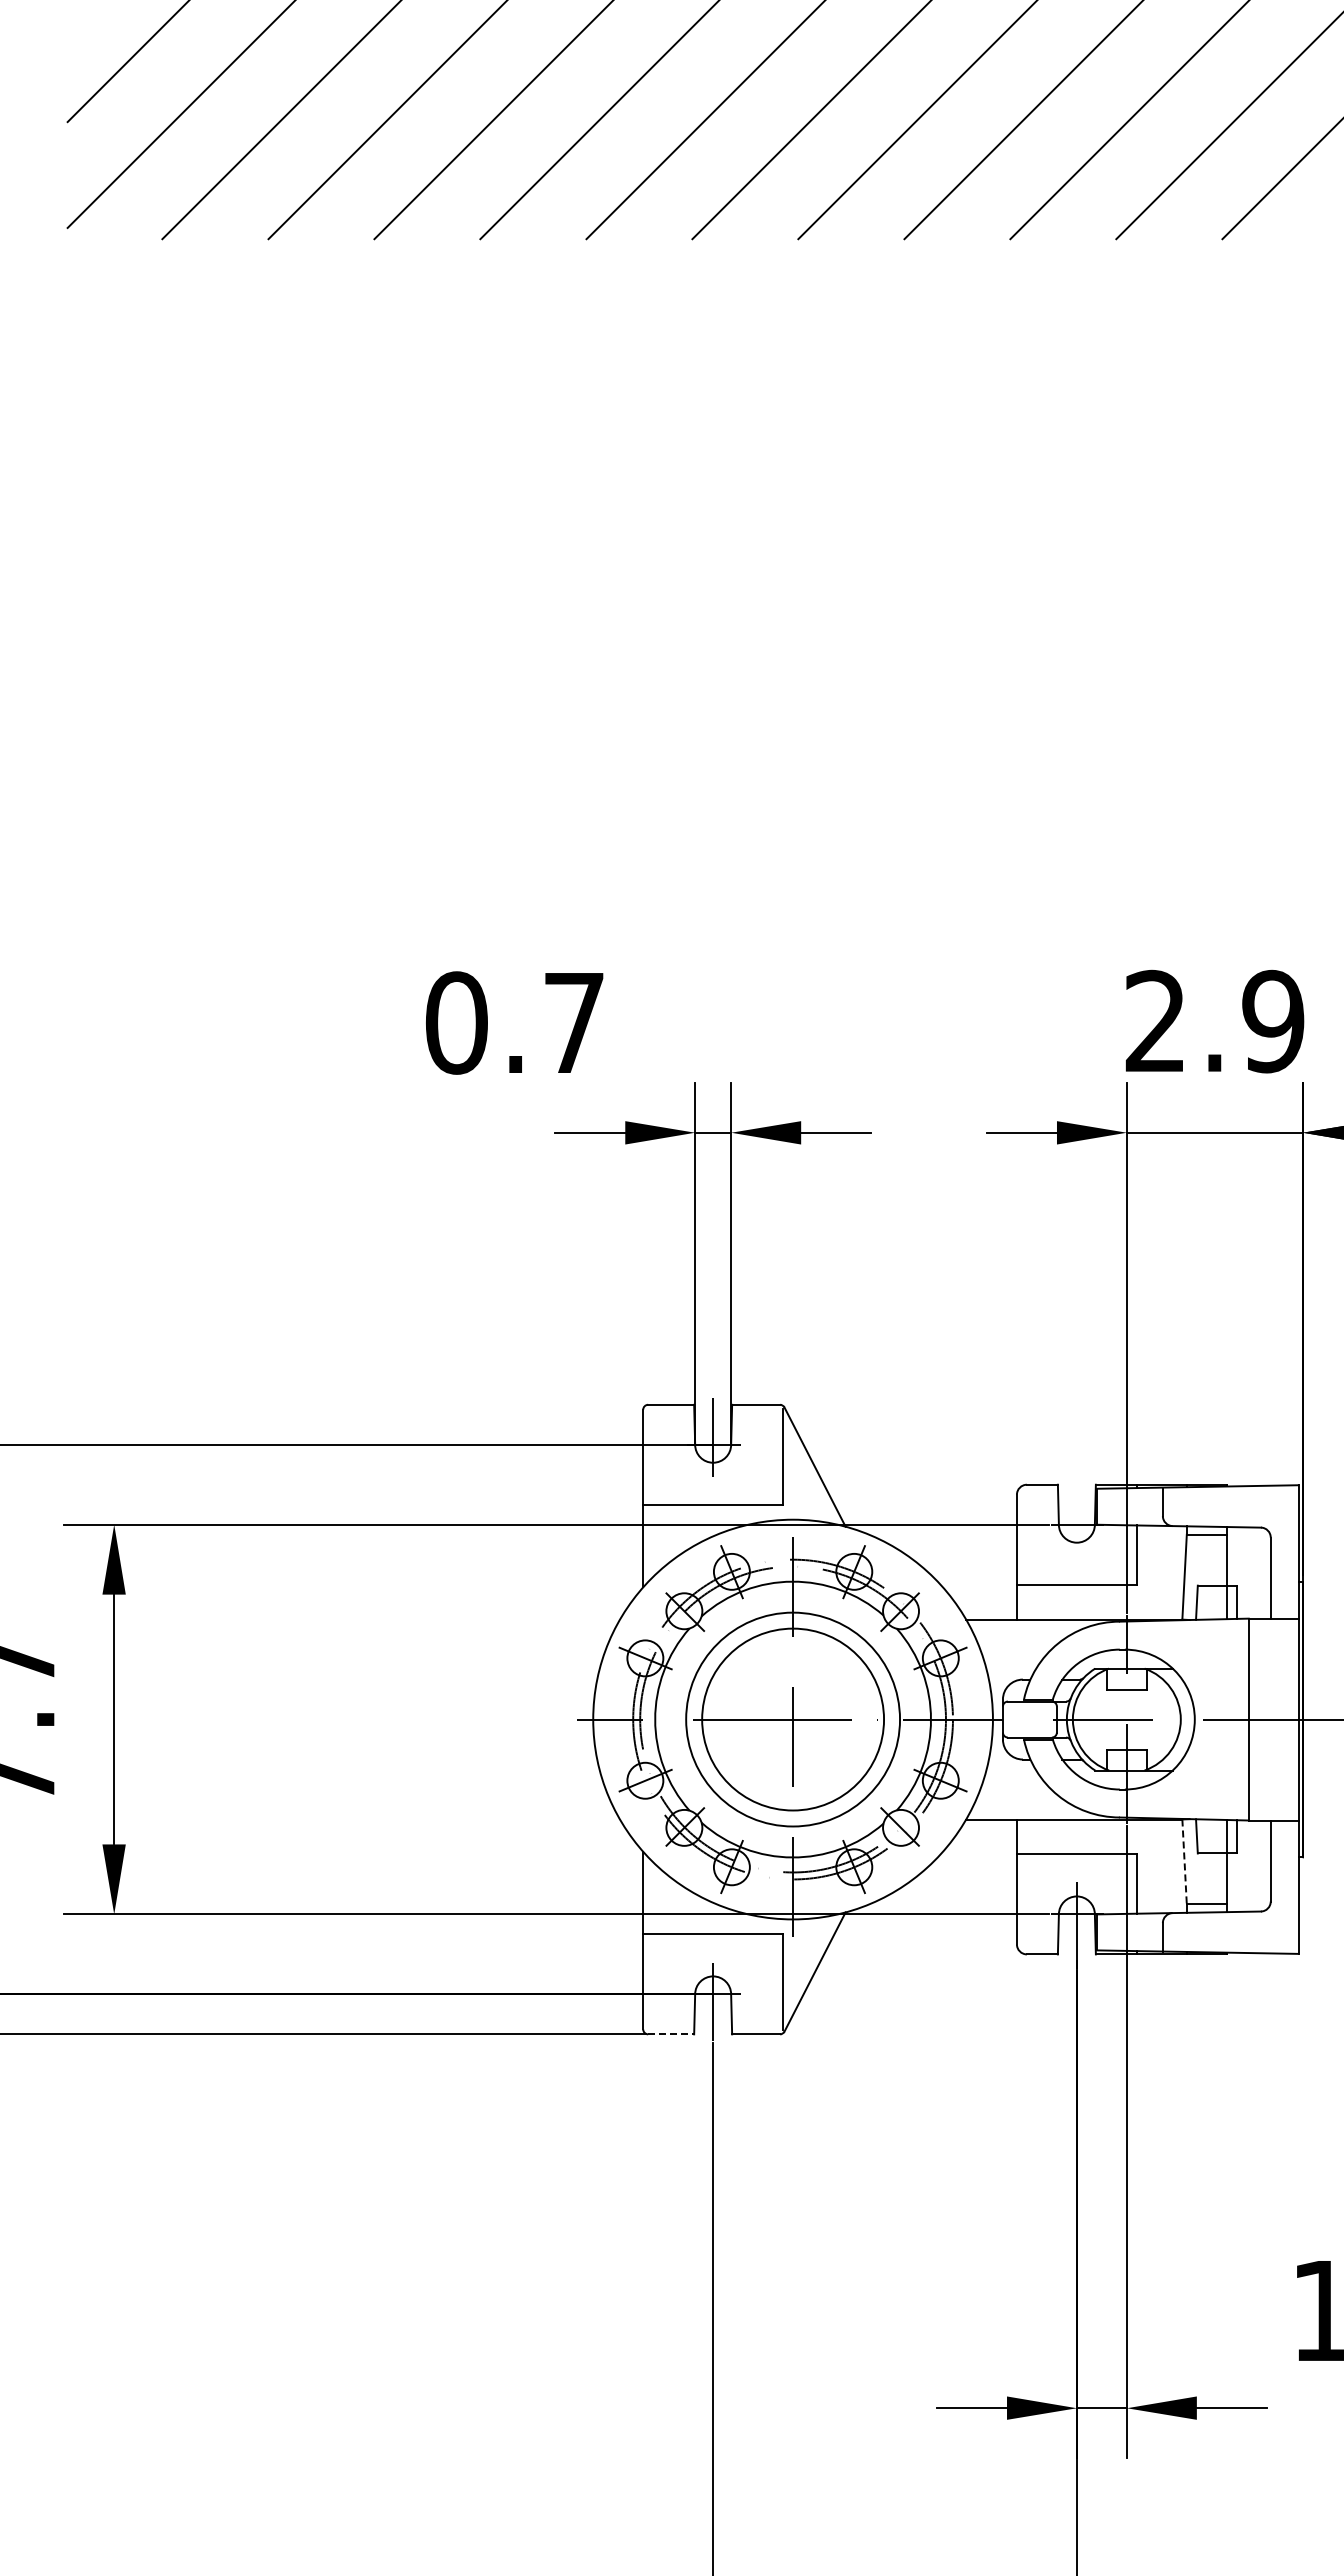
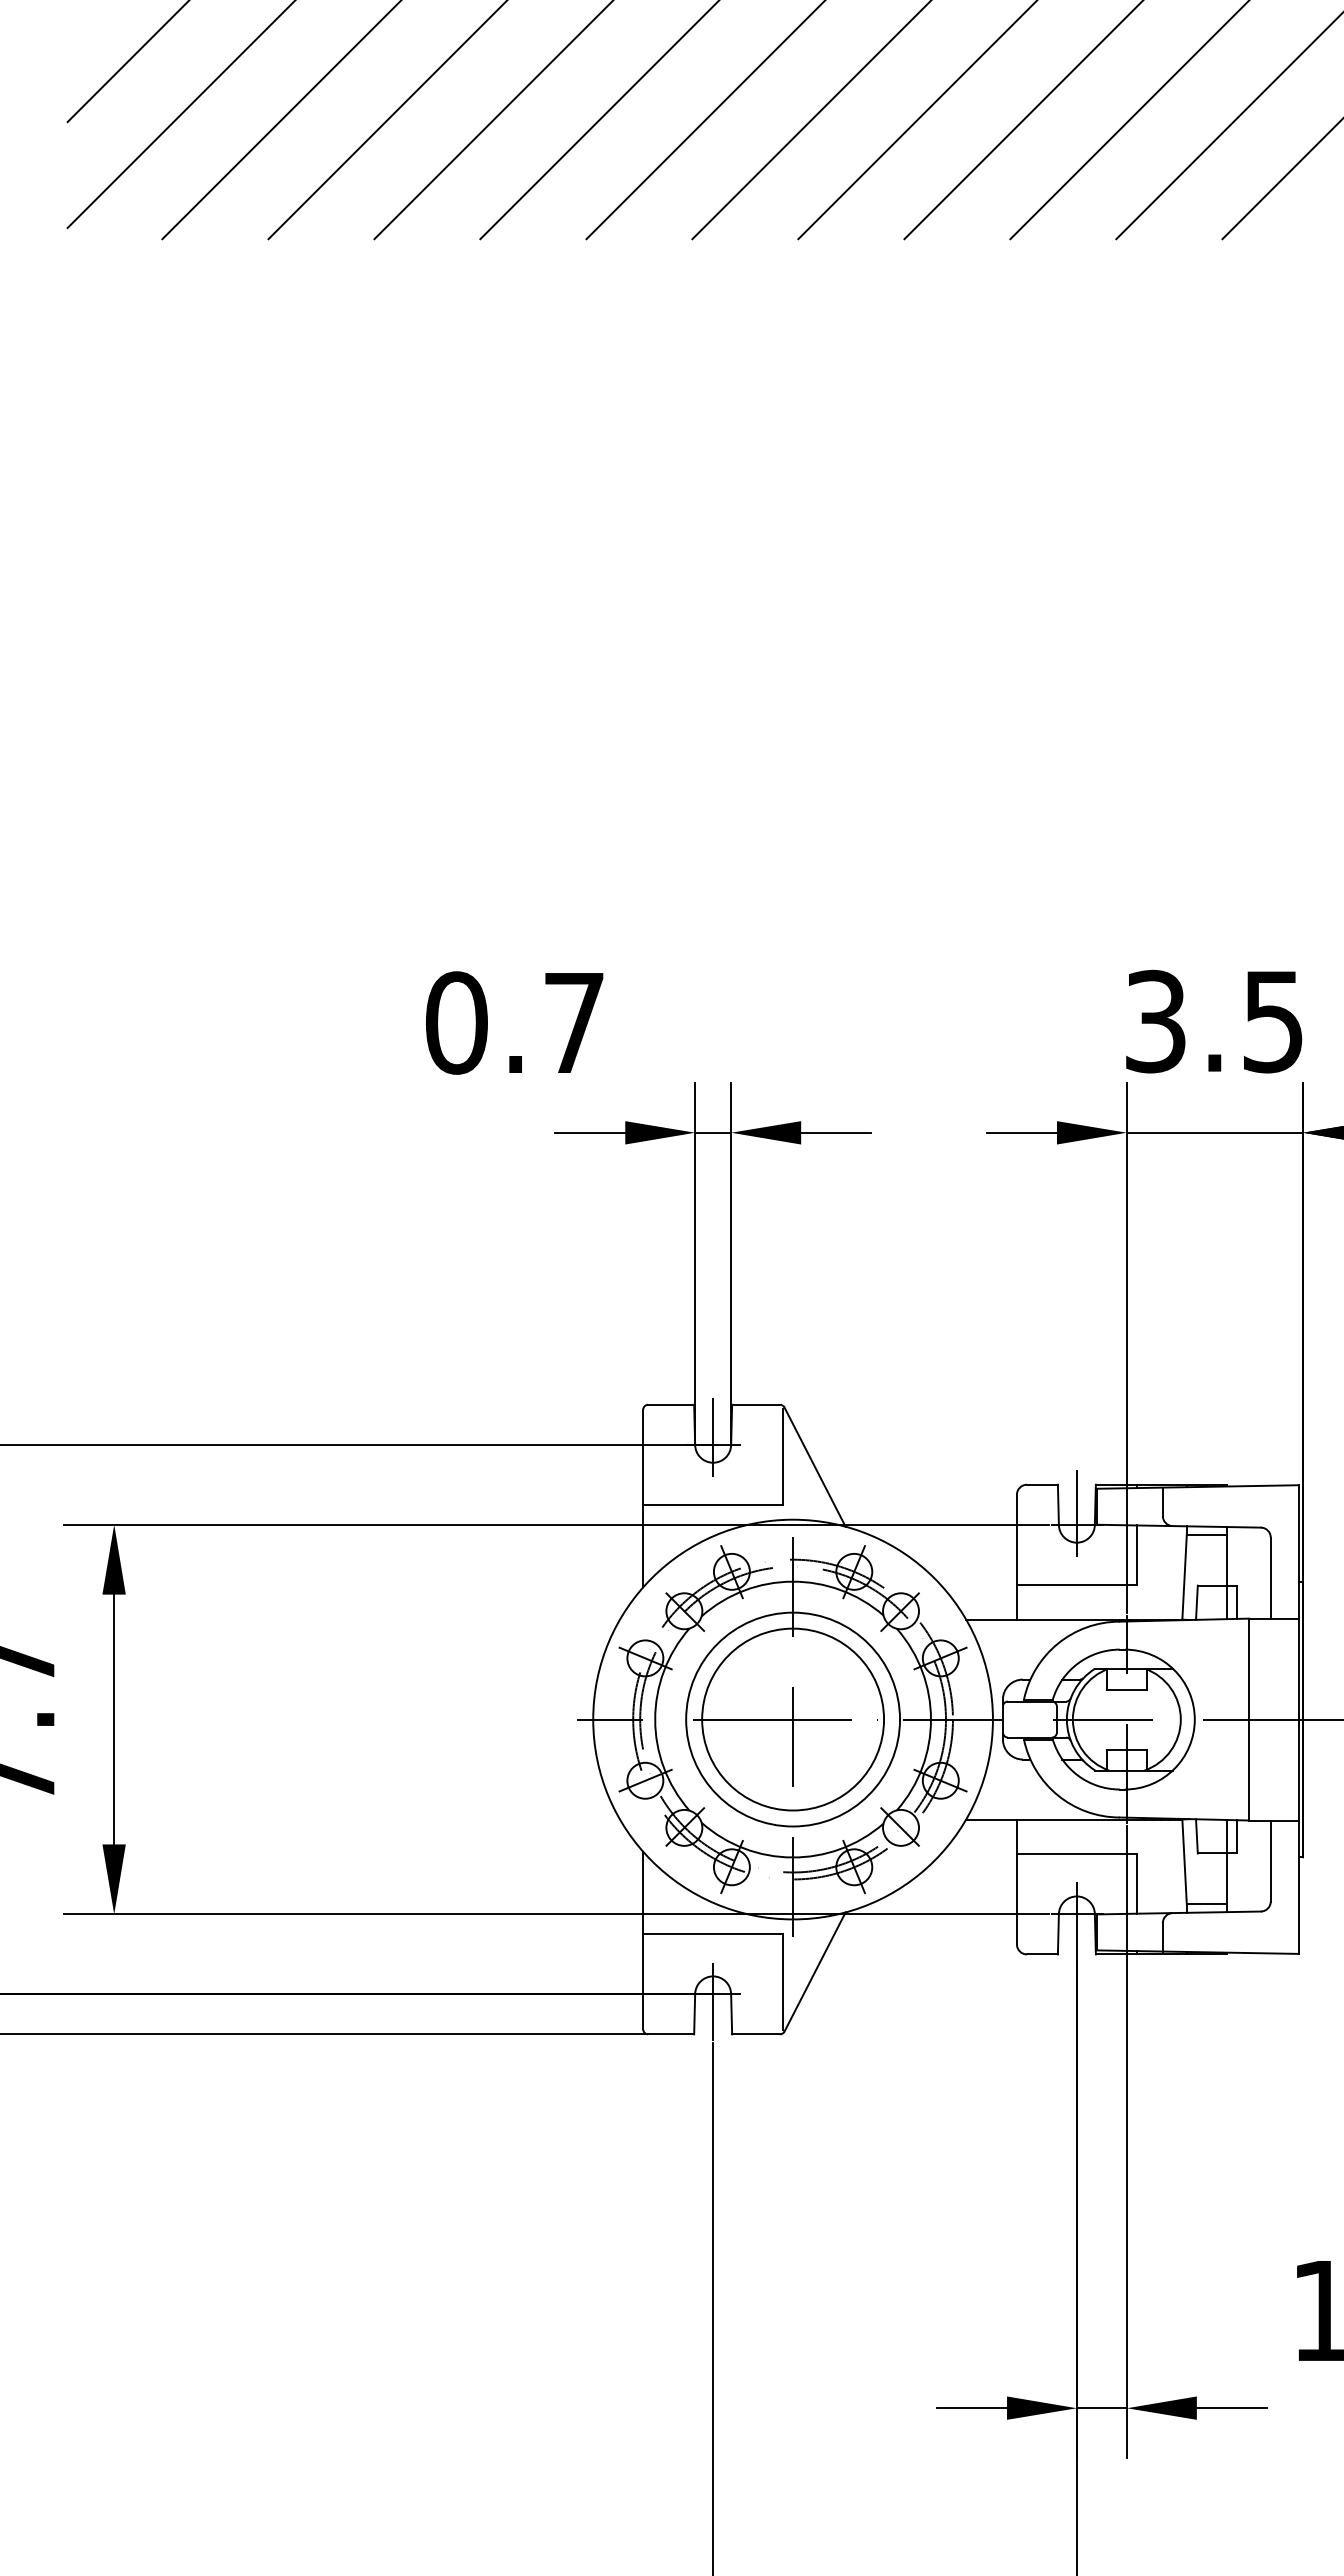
text at (1214, 1021): 2.9 -> 3.5
line at (1076, 1513): none -> present
line at (1184, 1861): dashed -> solid
line at (671, 2034): dashed -> solid
